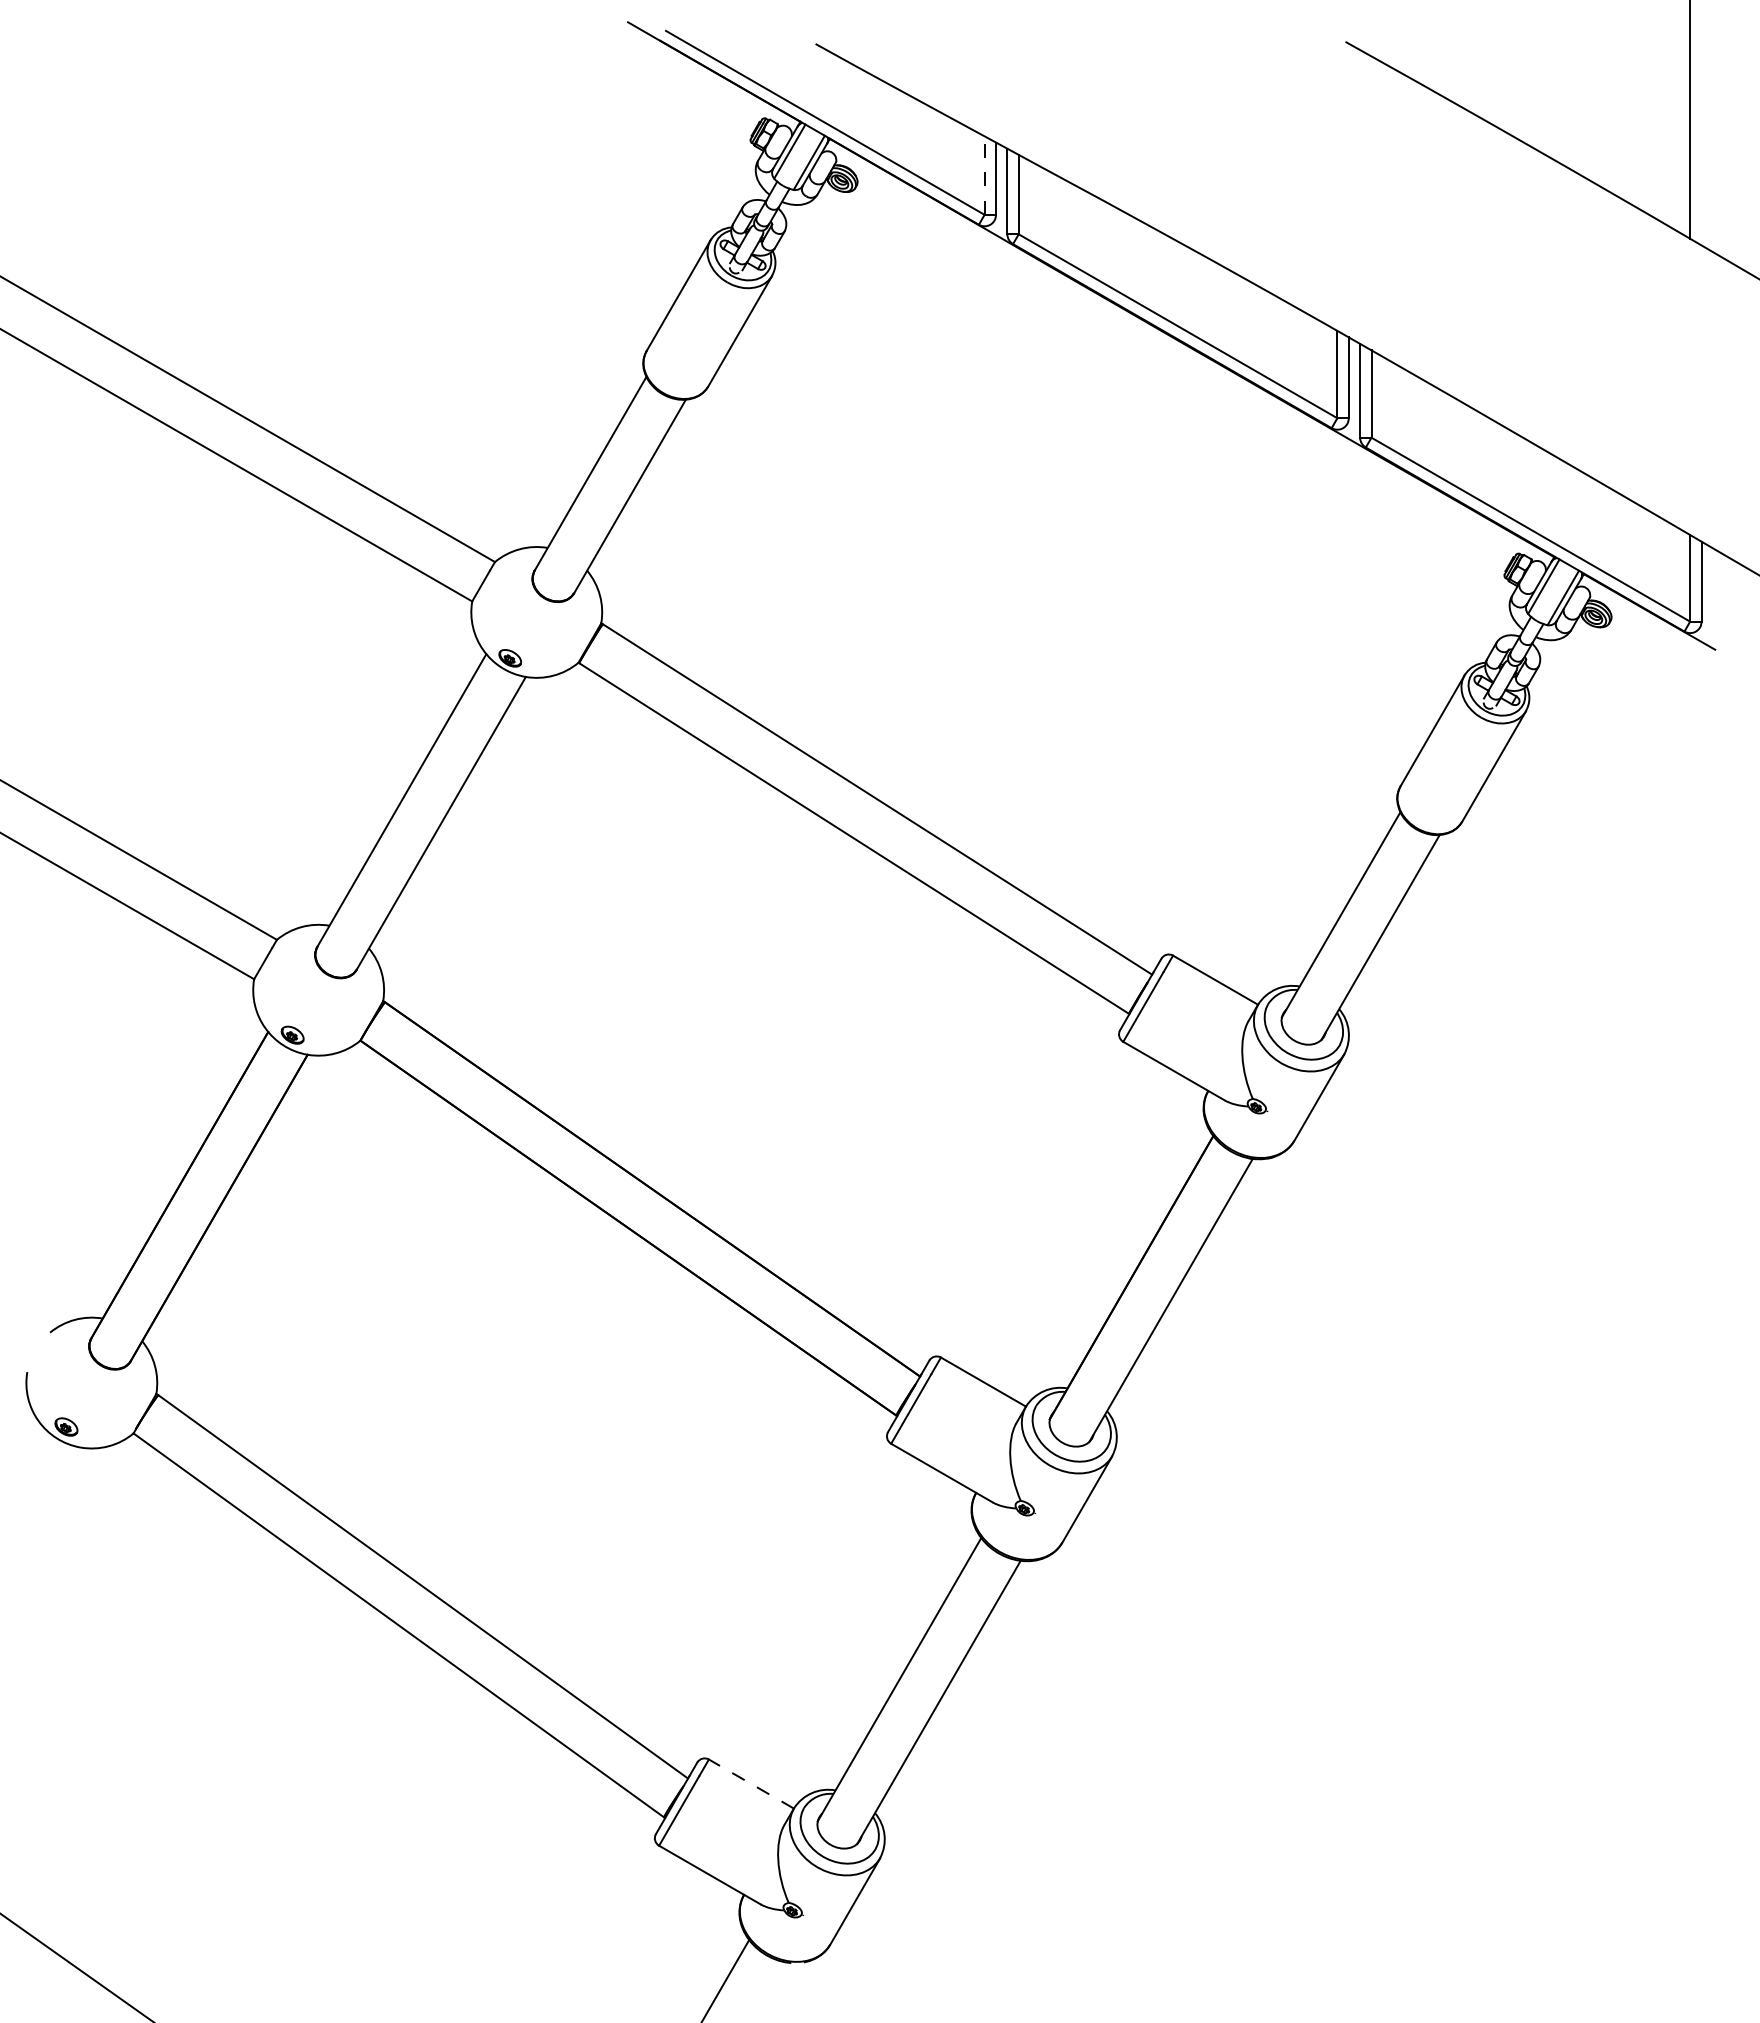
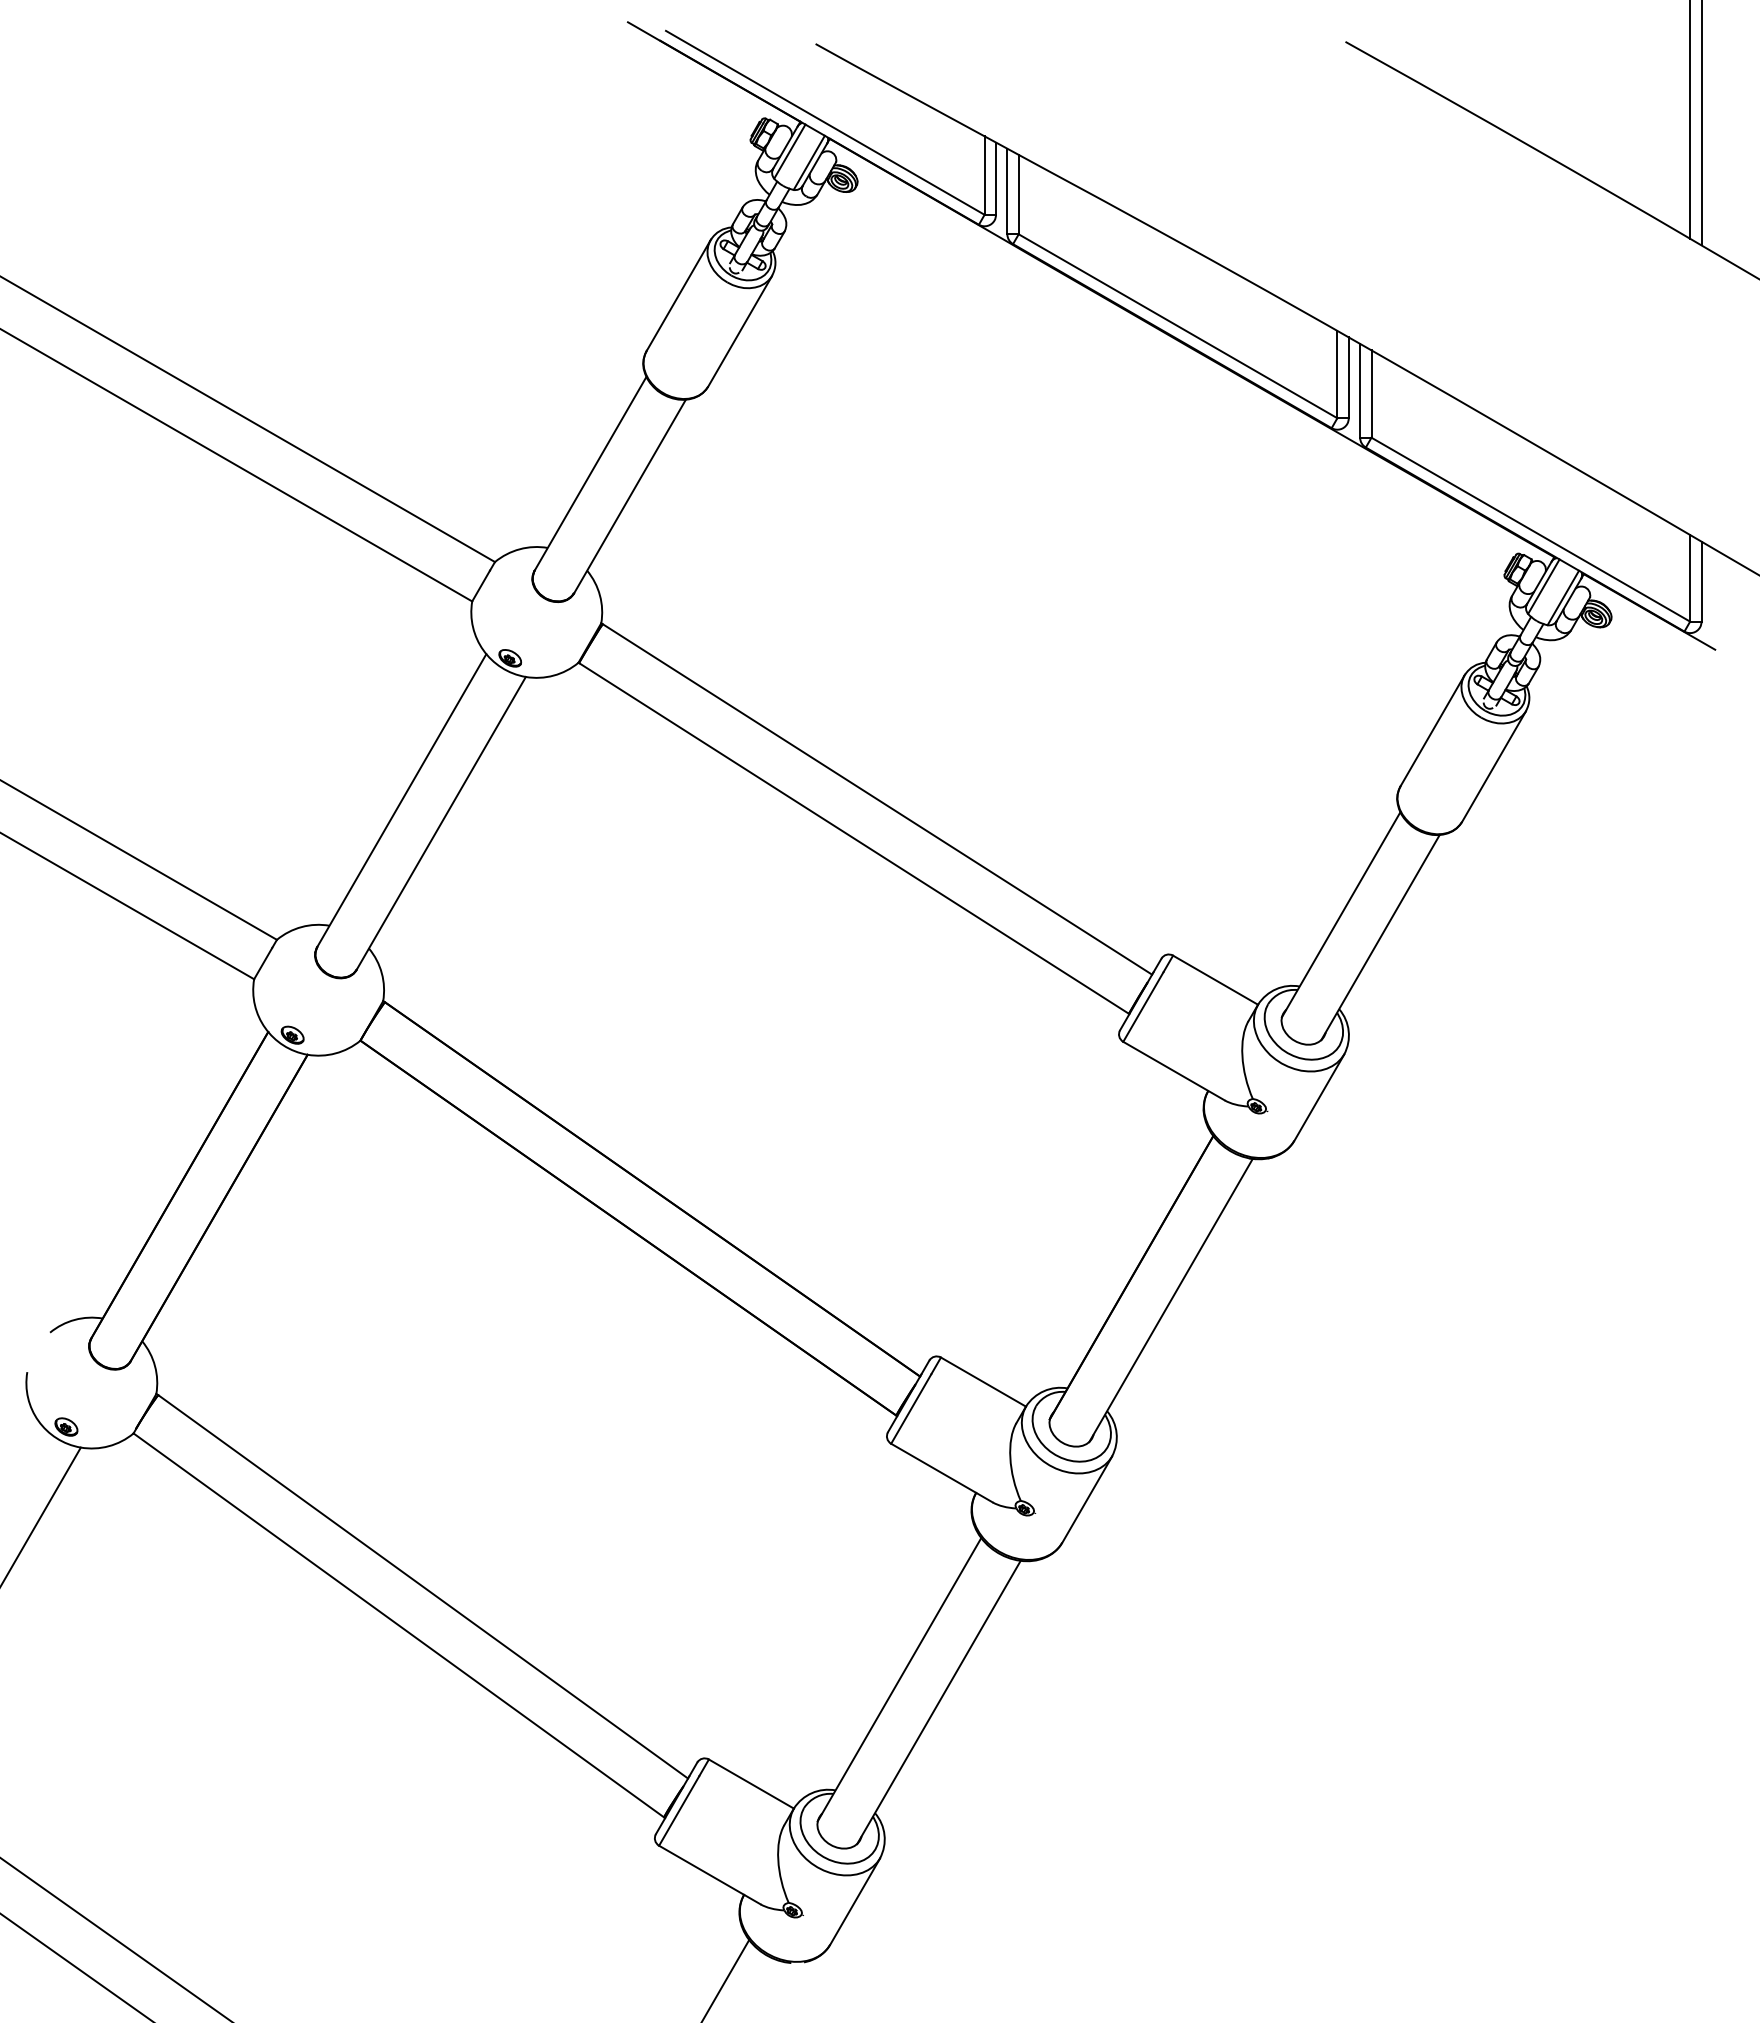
line at (1701, 123): none -> present
line at (984, 175): dashed -> solid
line at (41, 1515): none -> present
line at (750, 1783): dashed -> solid
line at (115, 1939): none -> present
